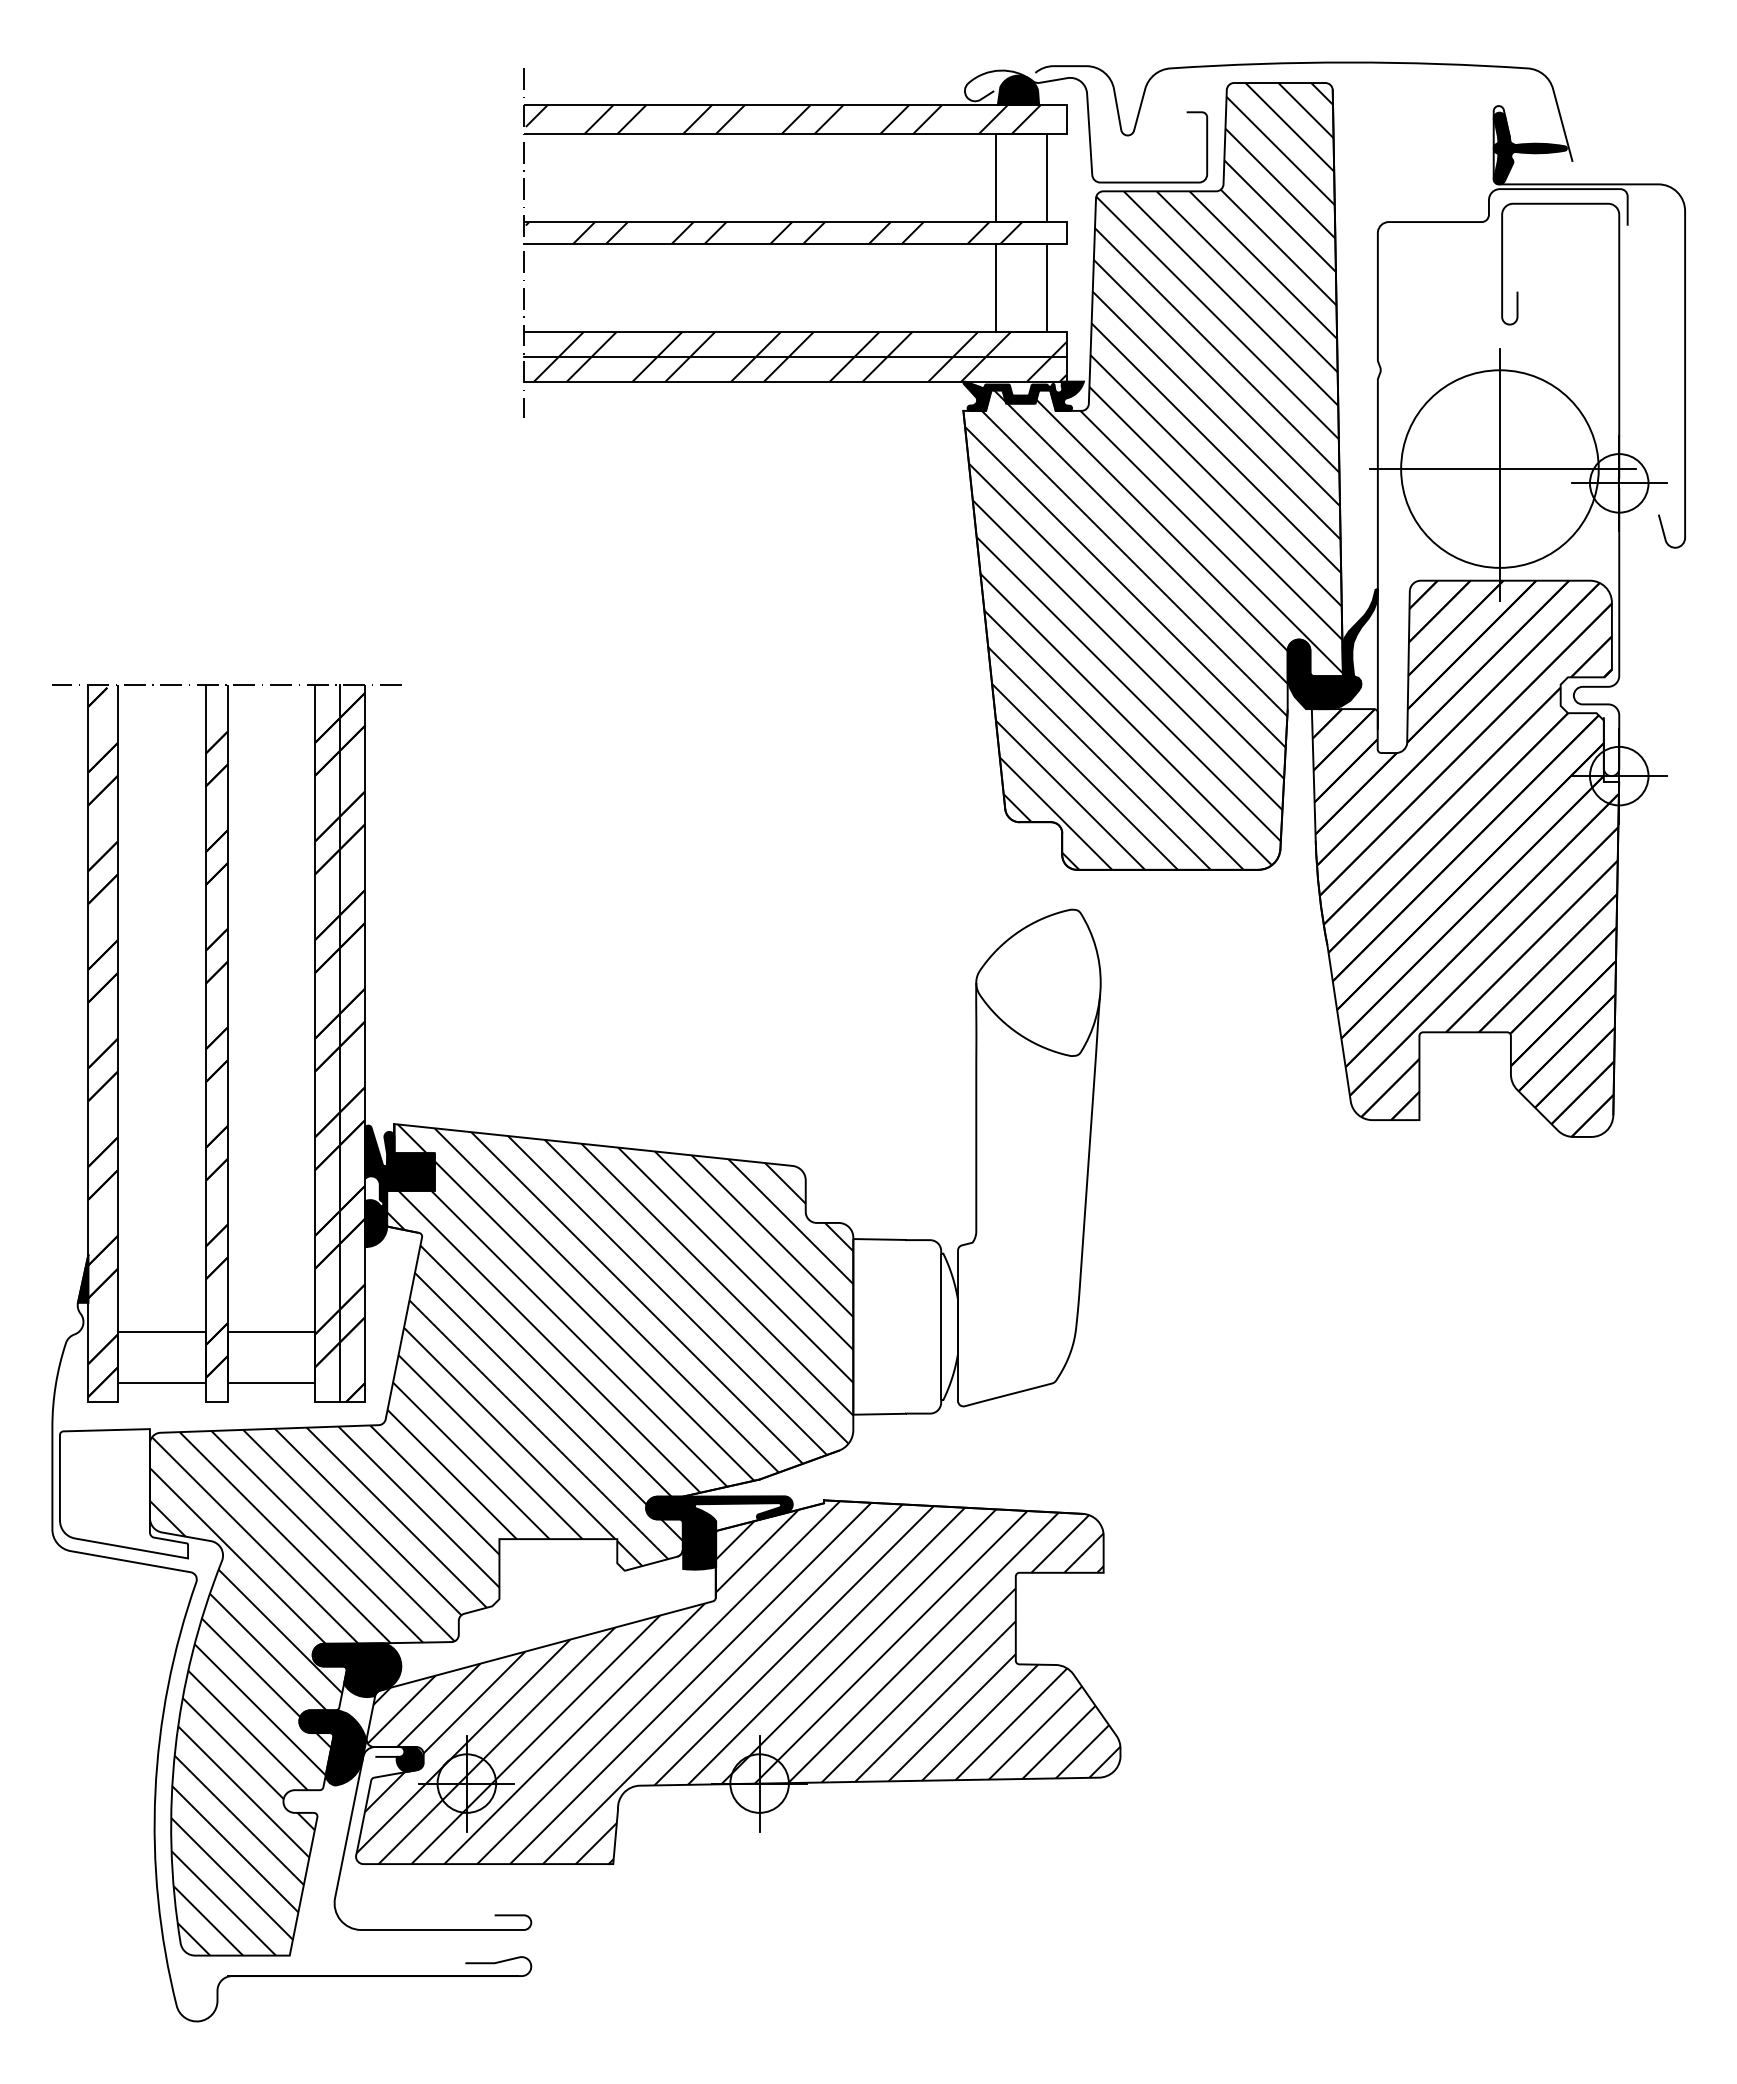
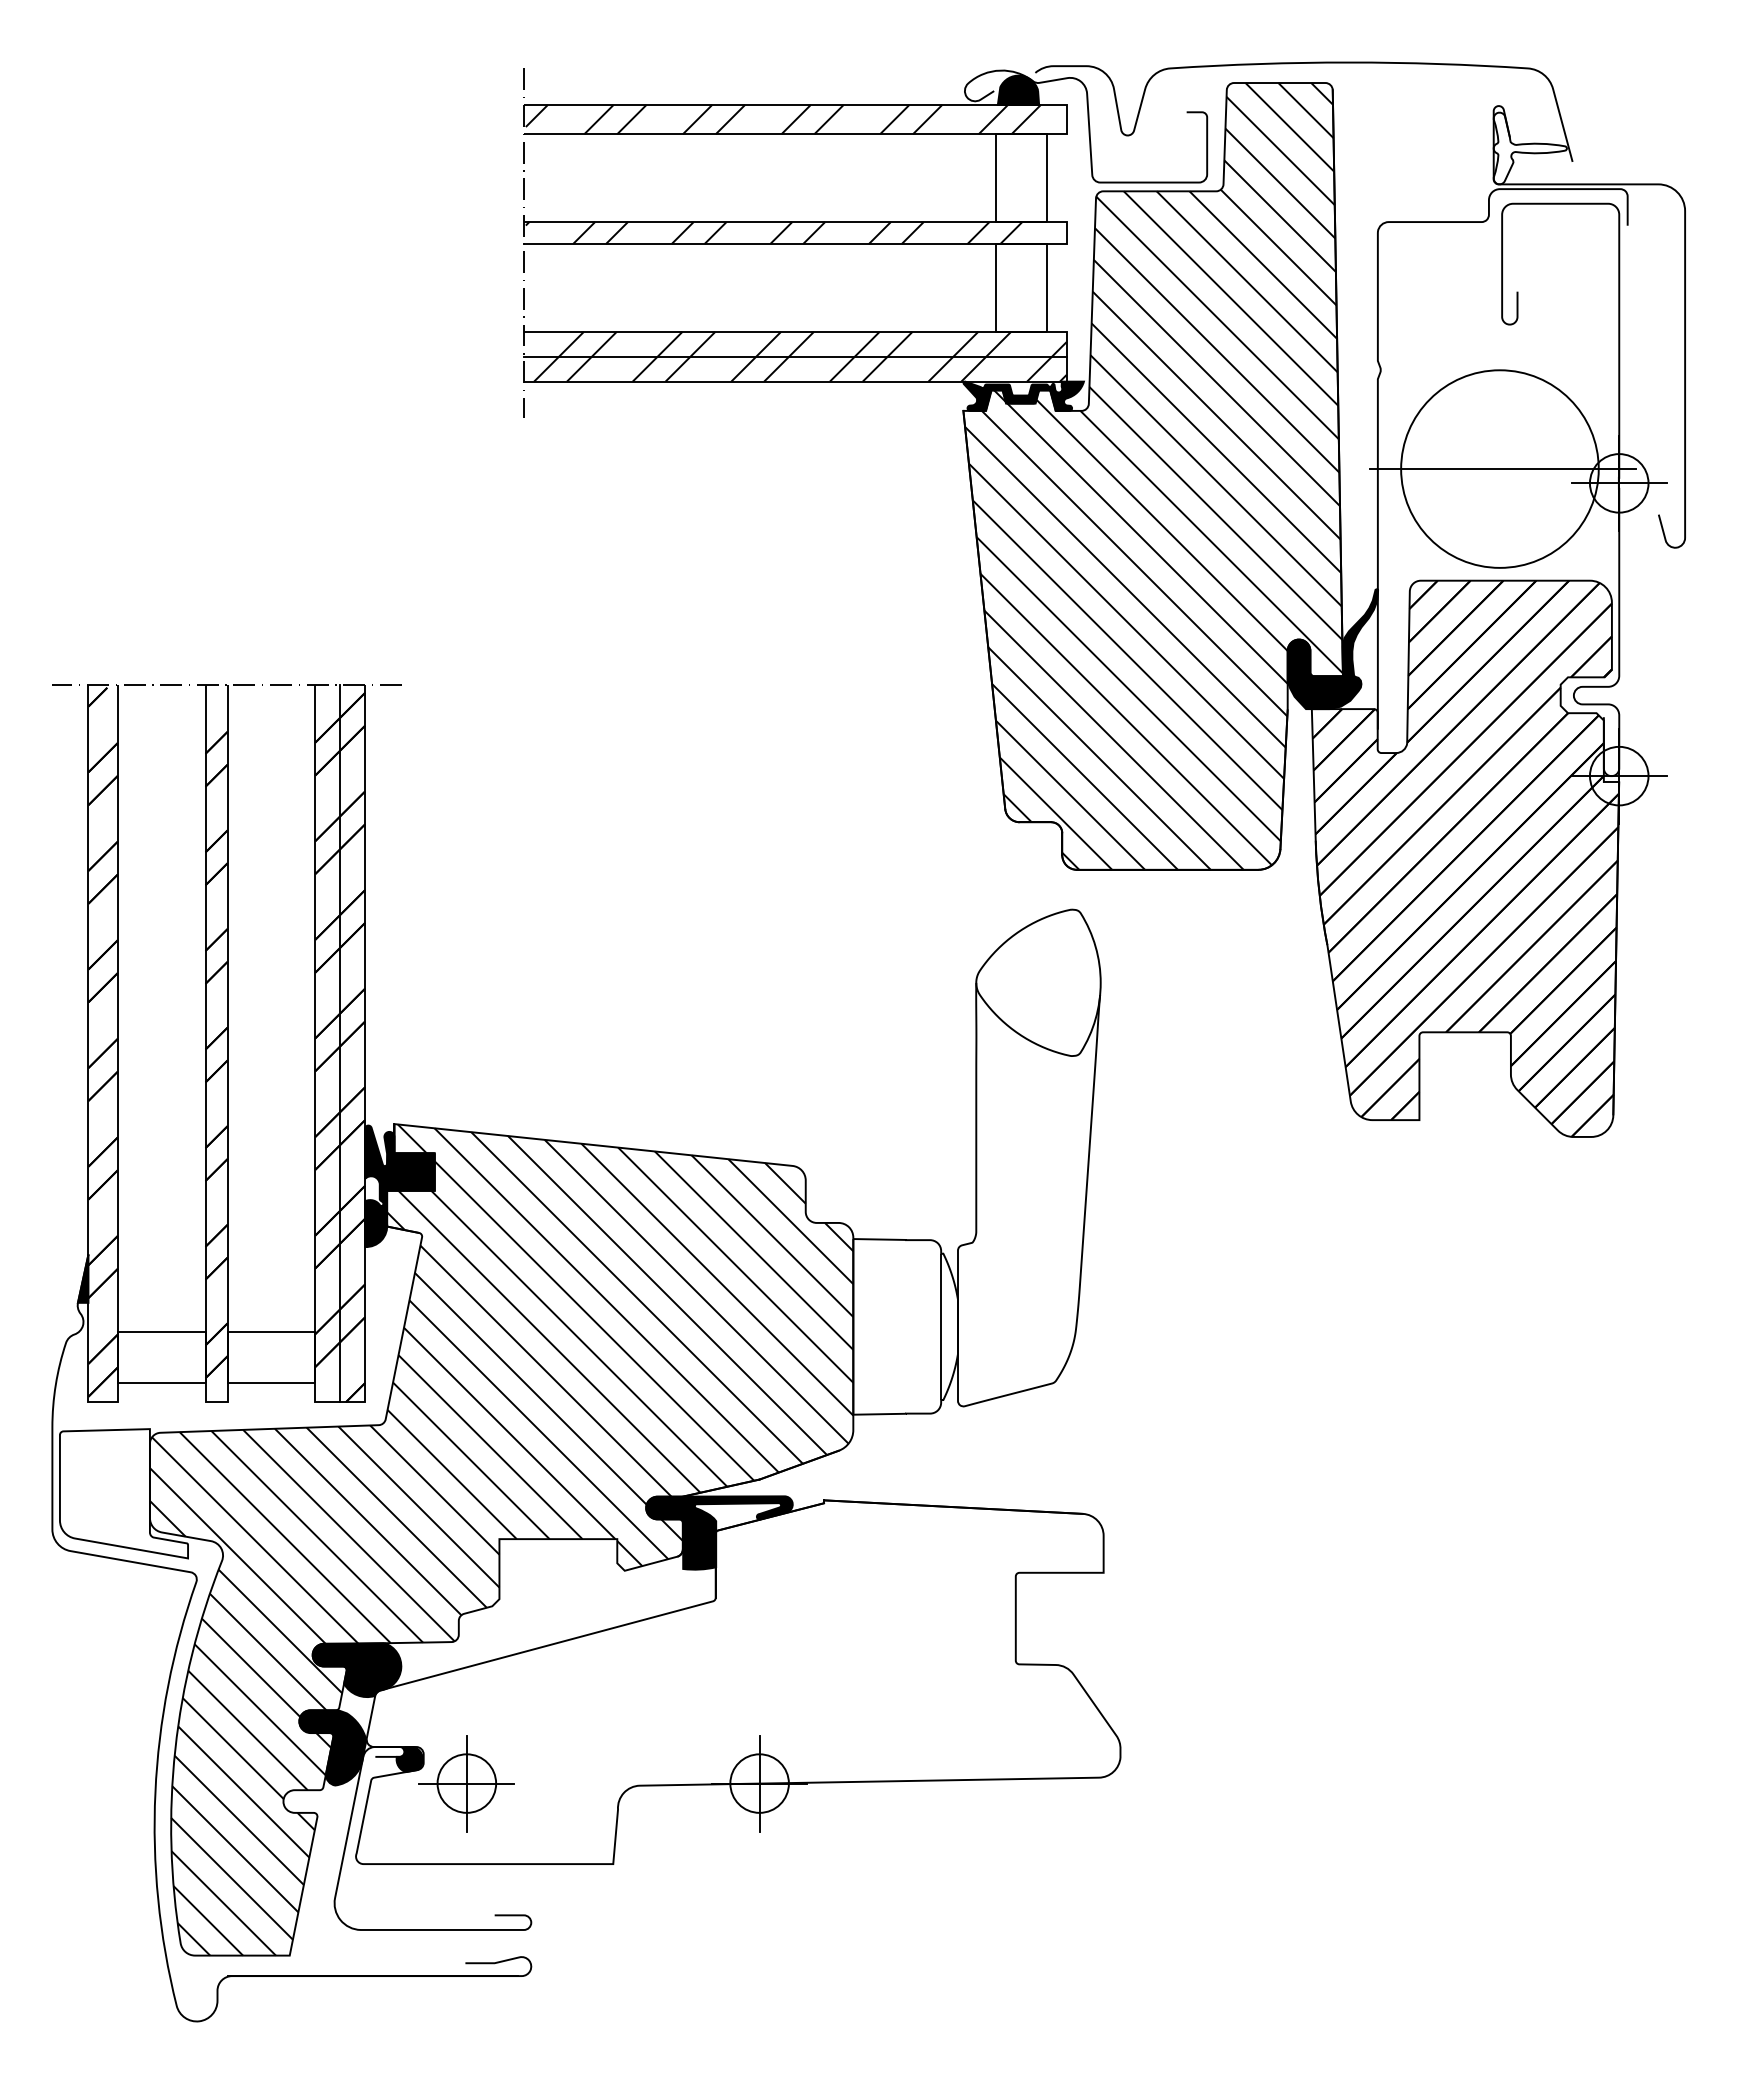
fill at (1529, 148): present -> none
line at (1499, 474): present -> none
hatch at (738, 1682): present -> none
